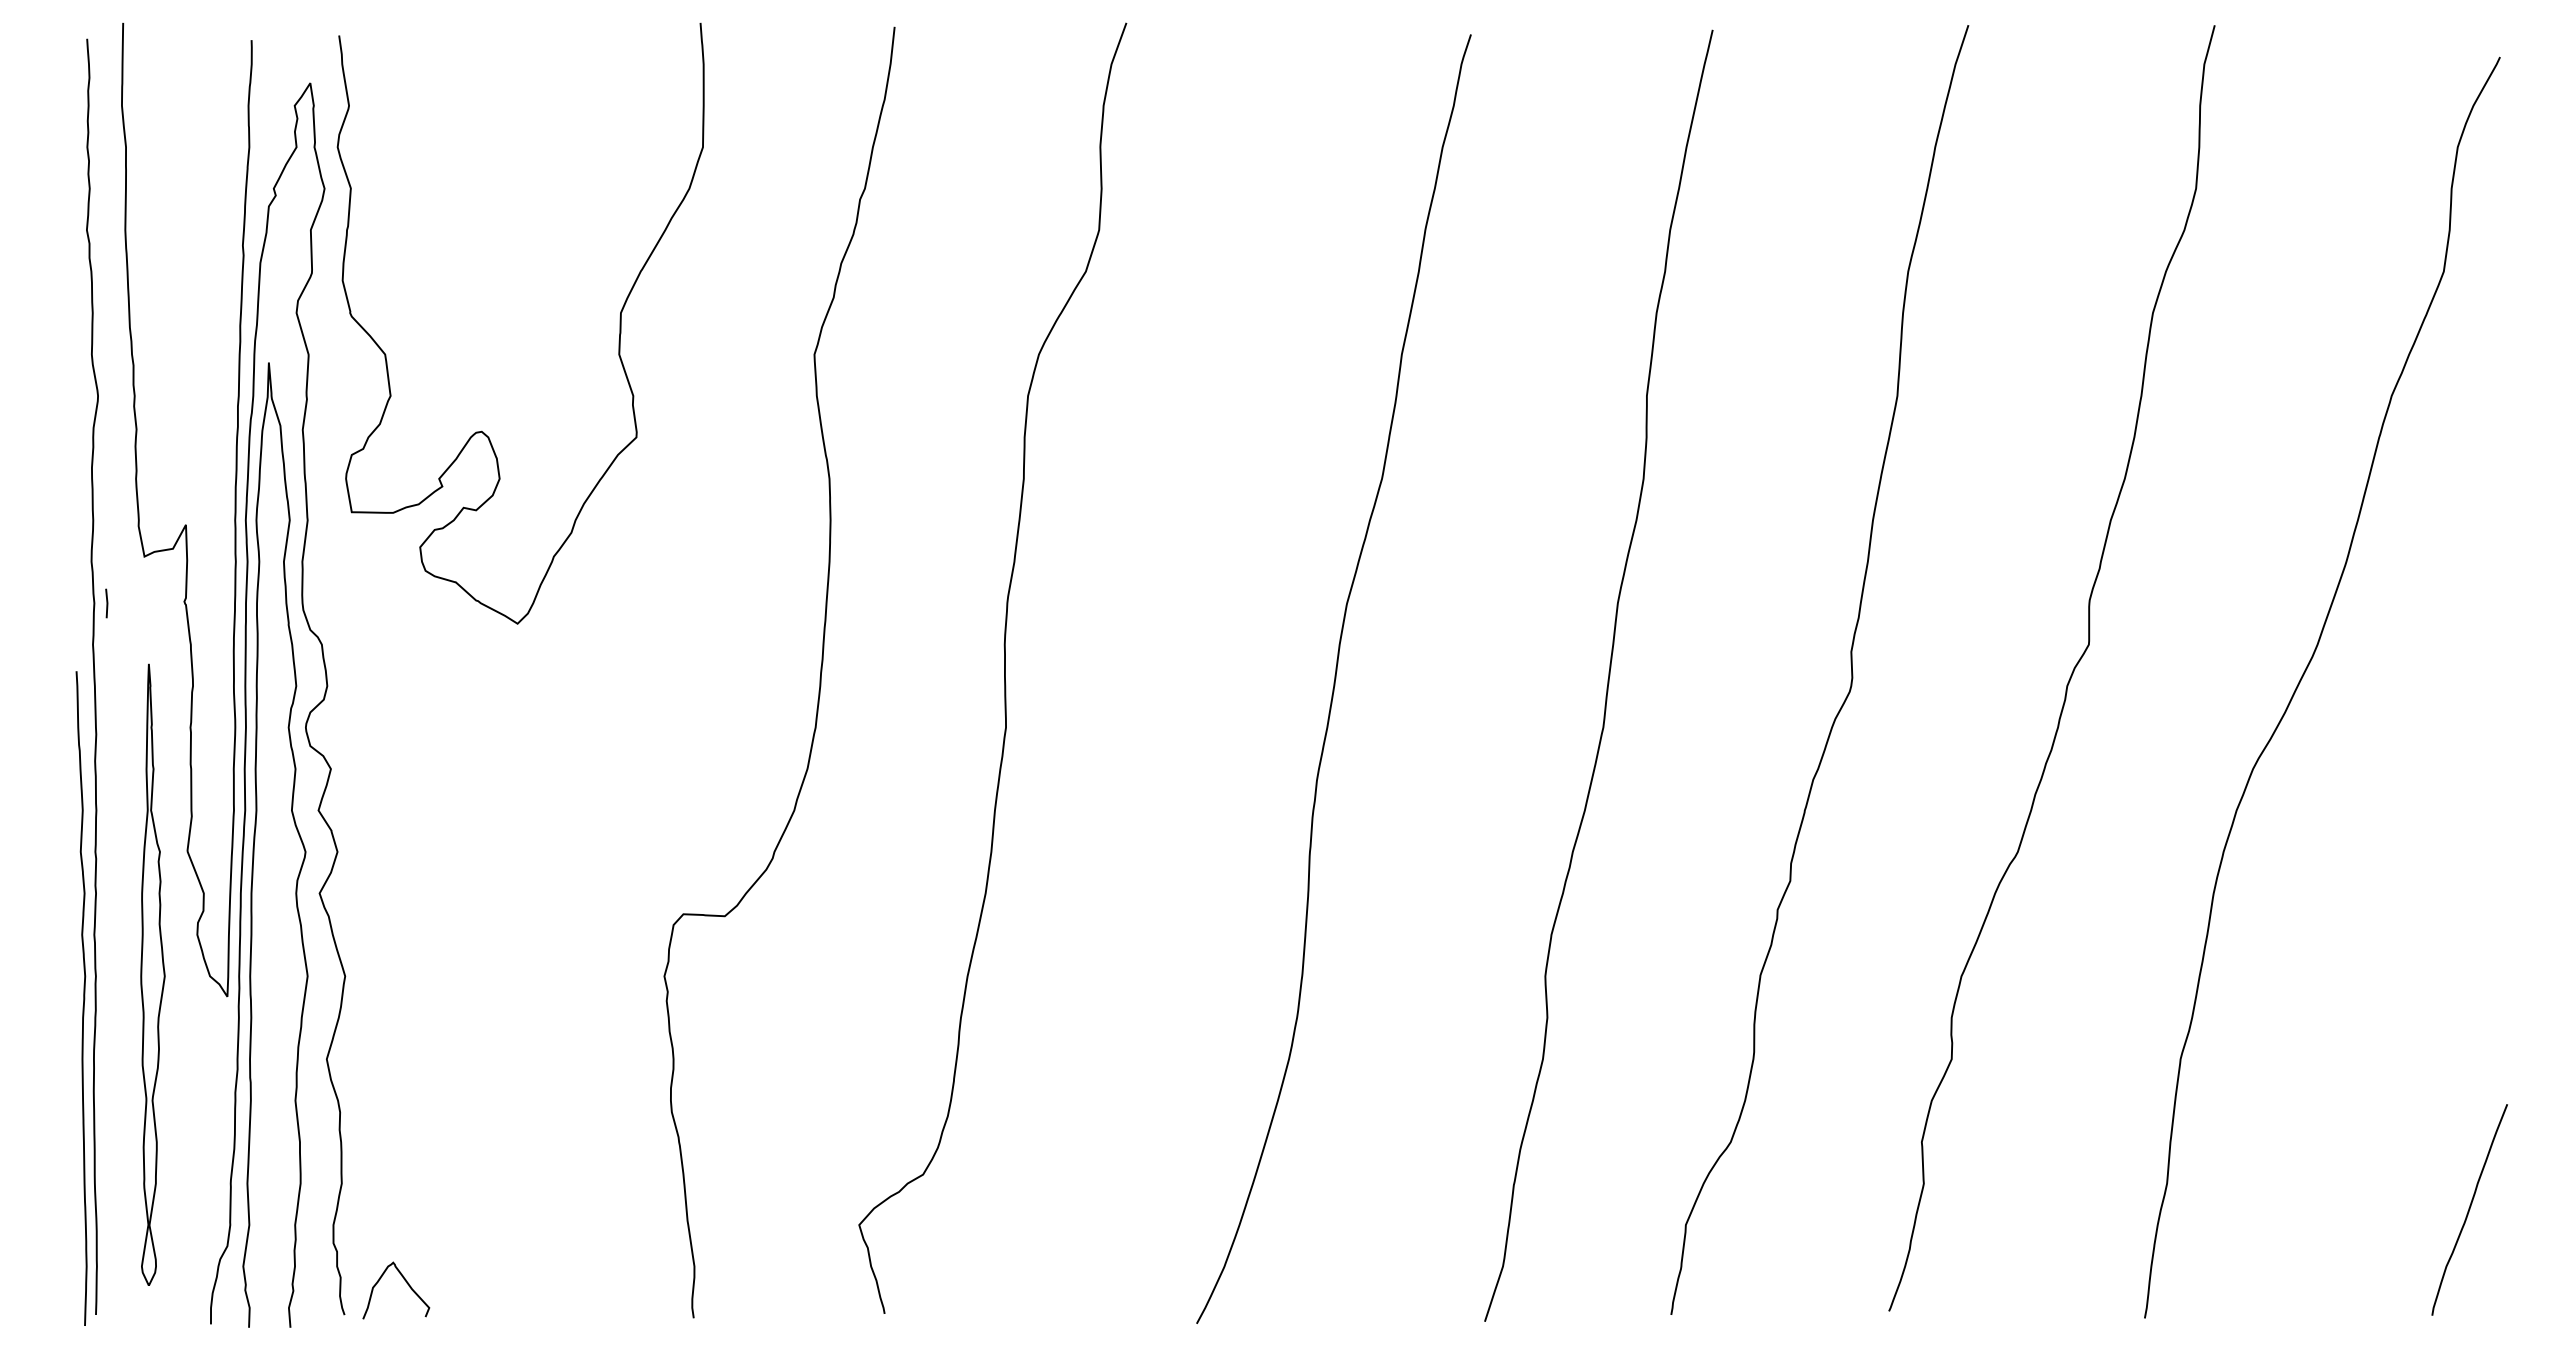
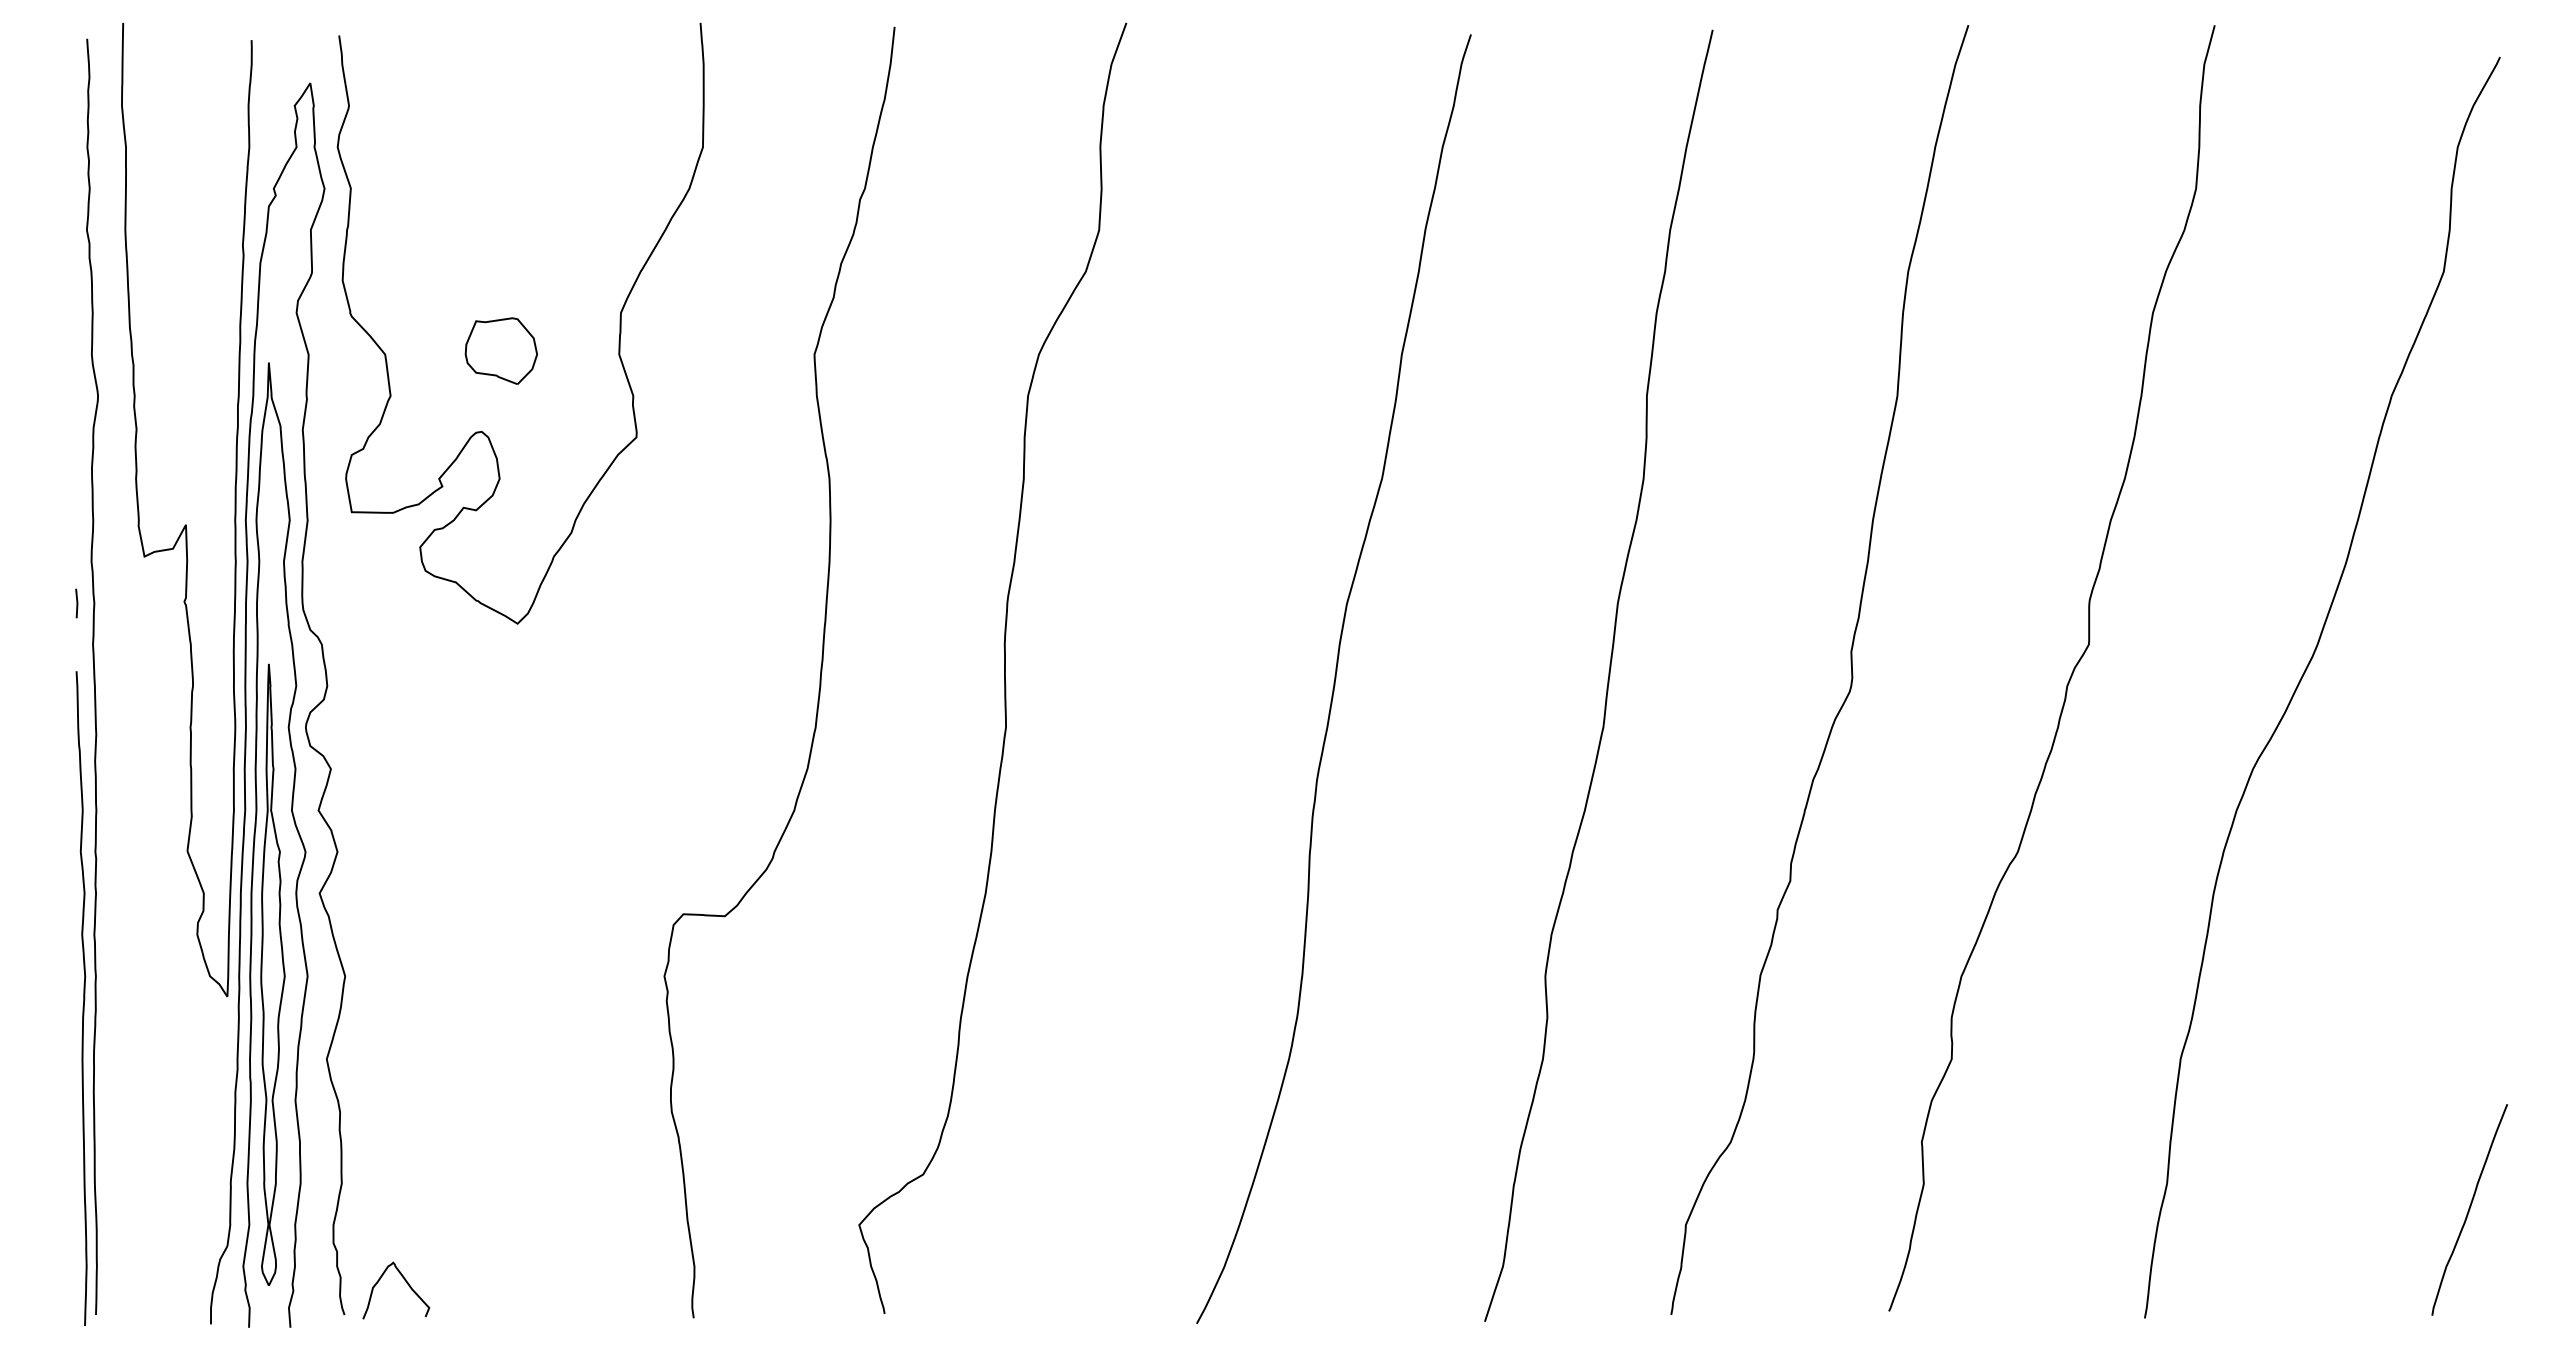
part at (501, 350): none -> present
line at (106, 603) position: (106, 603) -> (76, 603)
part at (152, 974) position: (152, 974) -> (272, 974)
